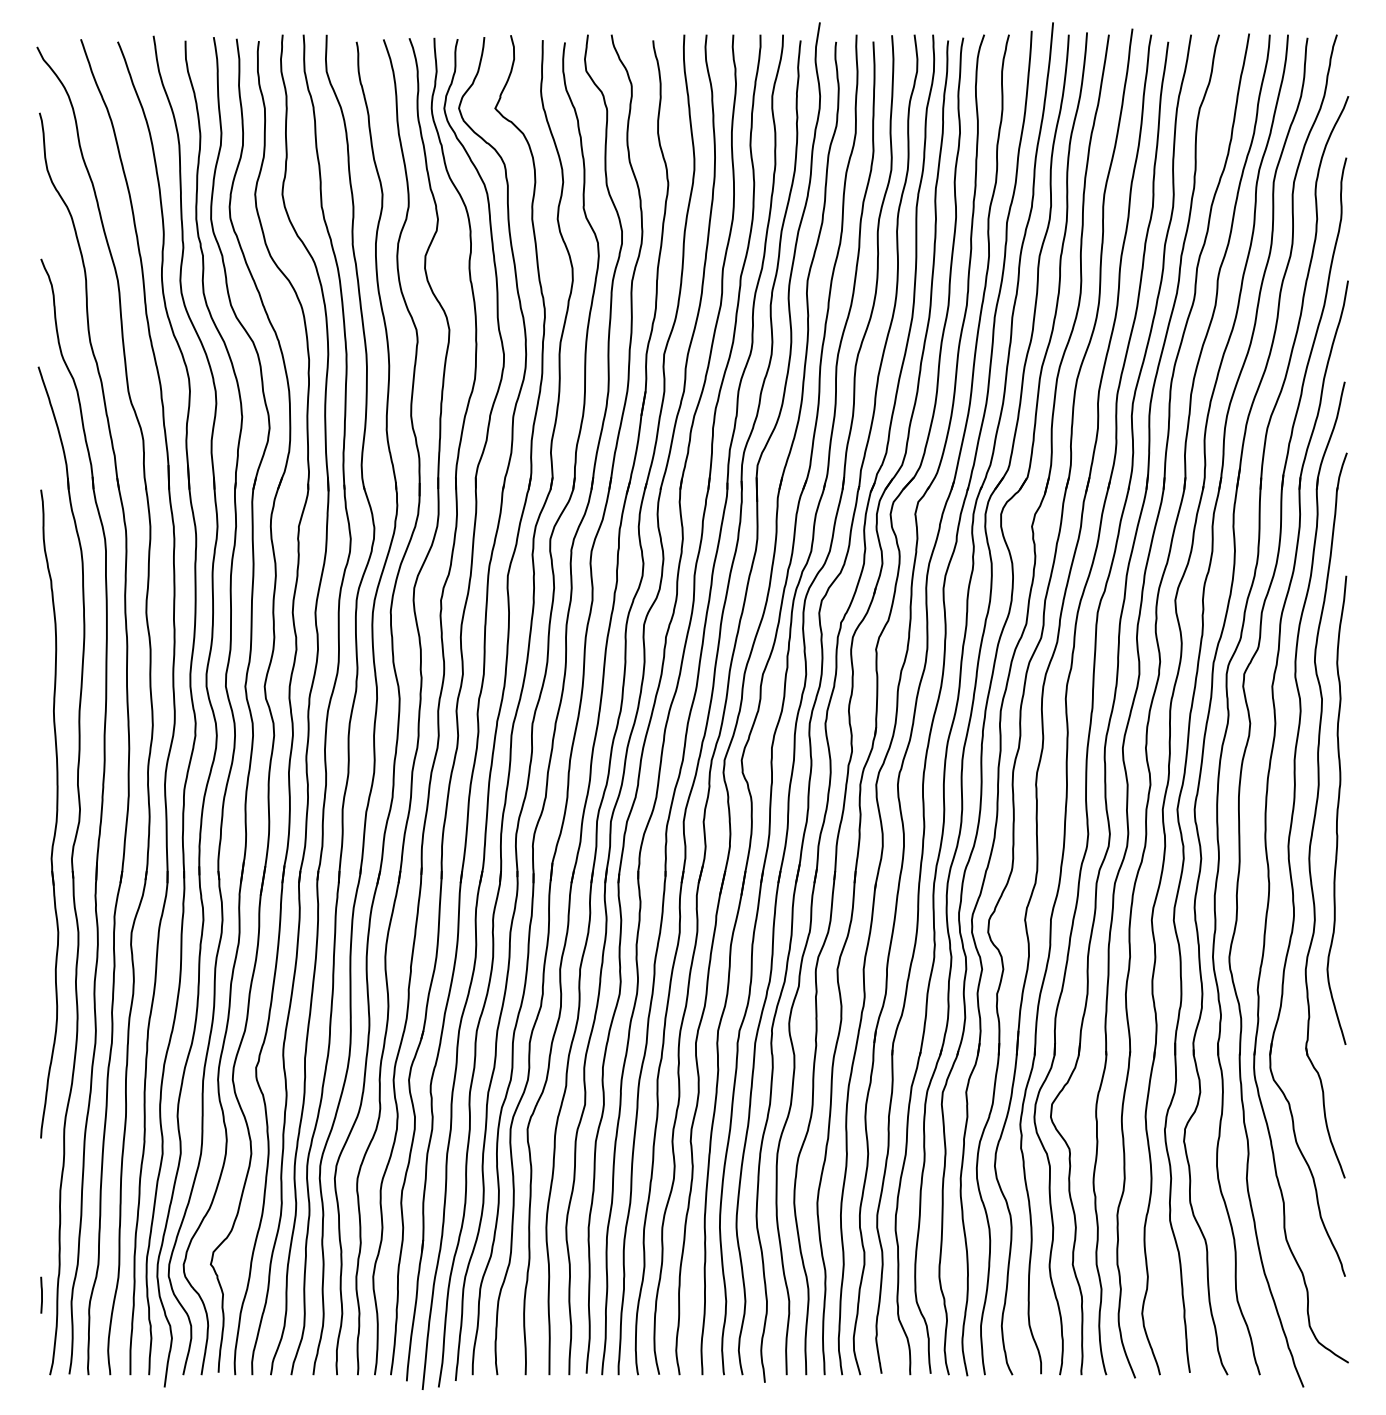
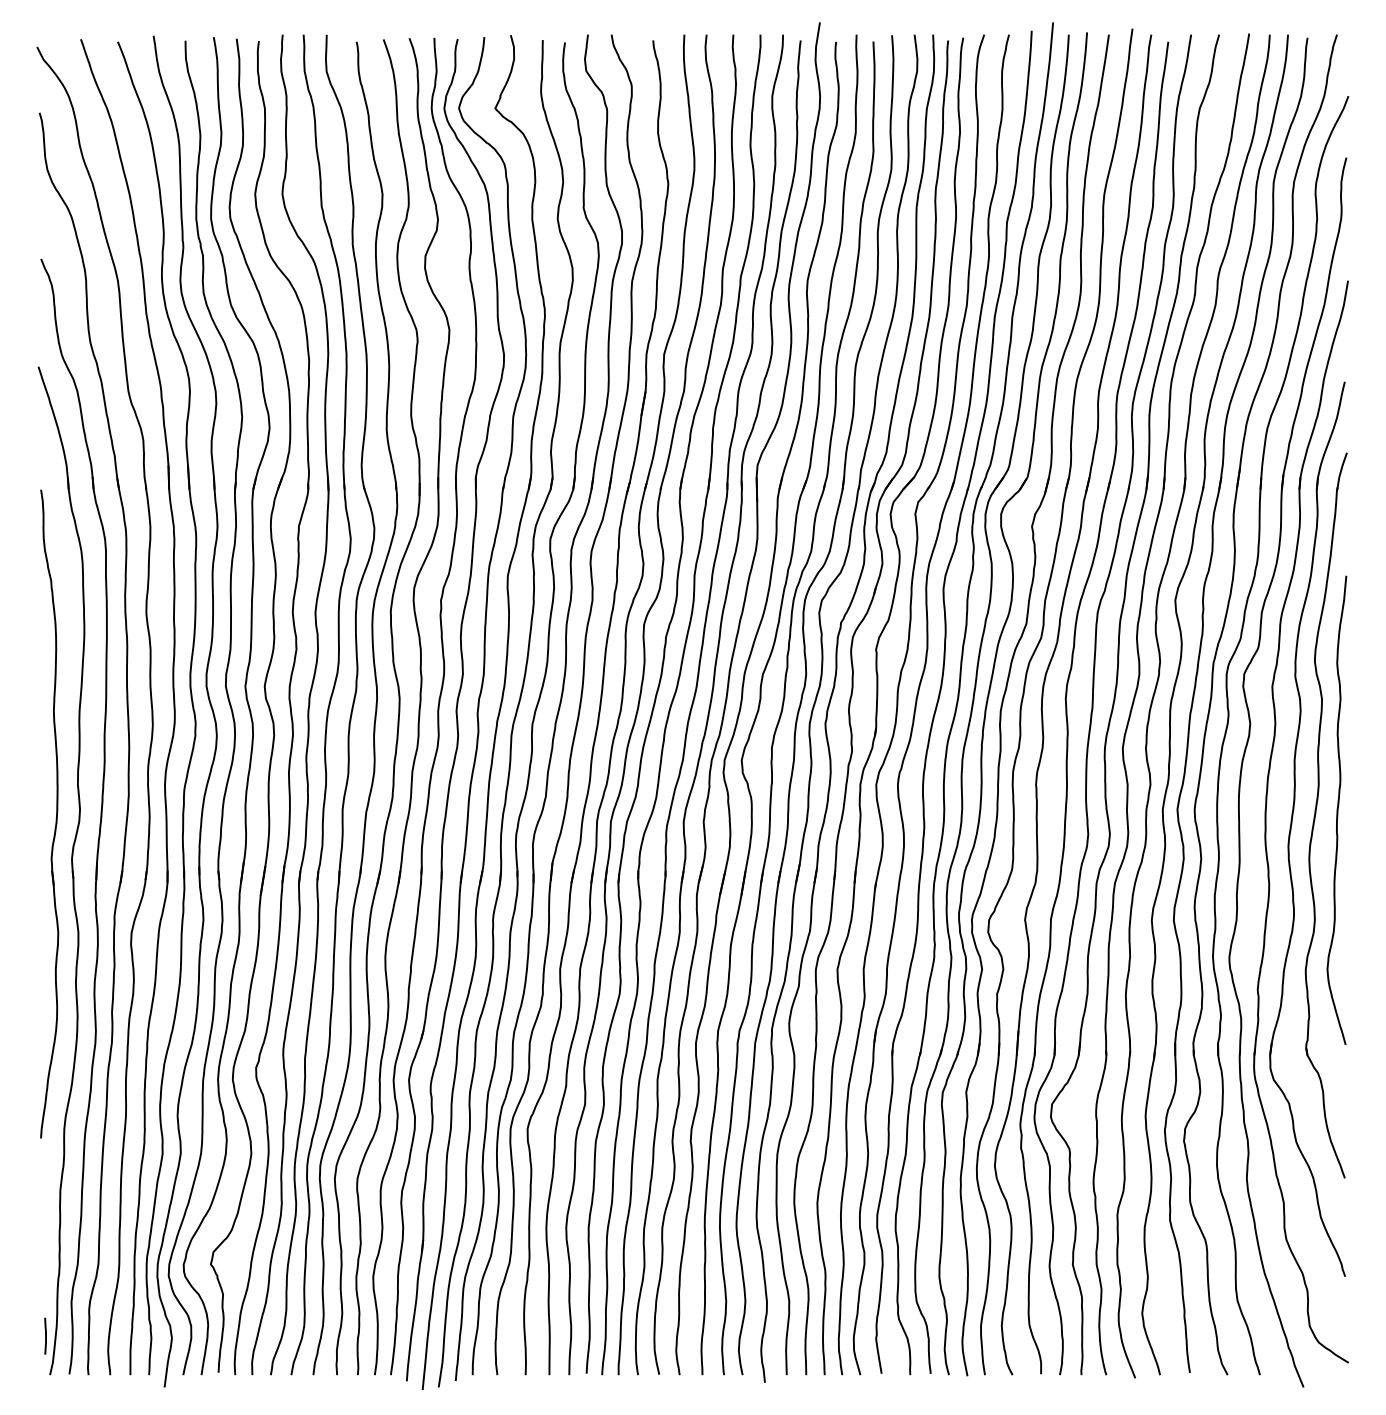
line at (41, 1294) position: (41, 1294) -> (45, 1335)
